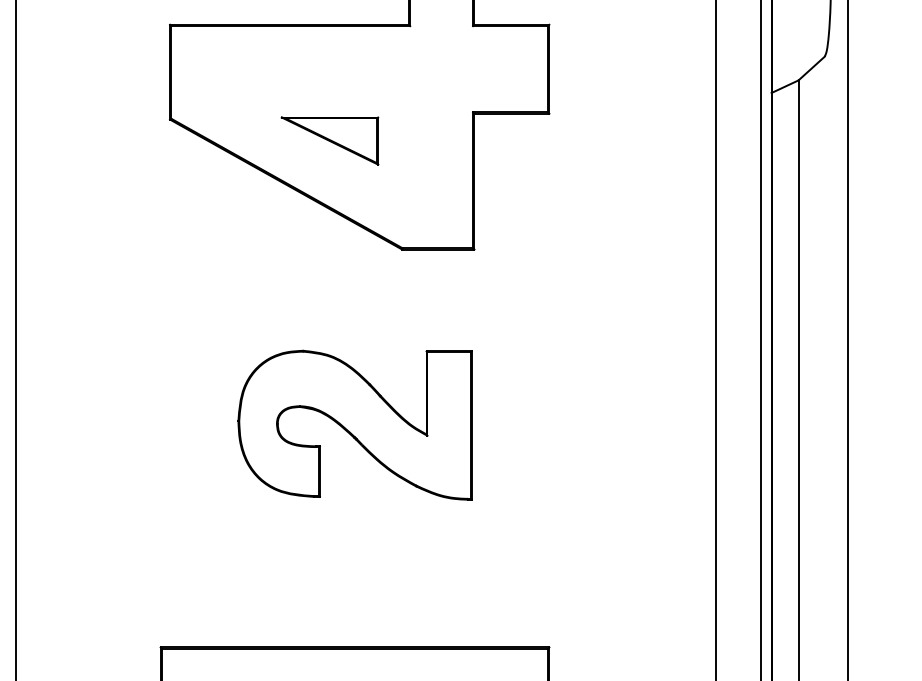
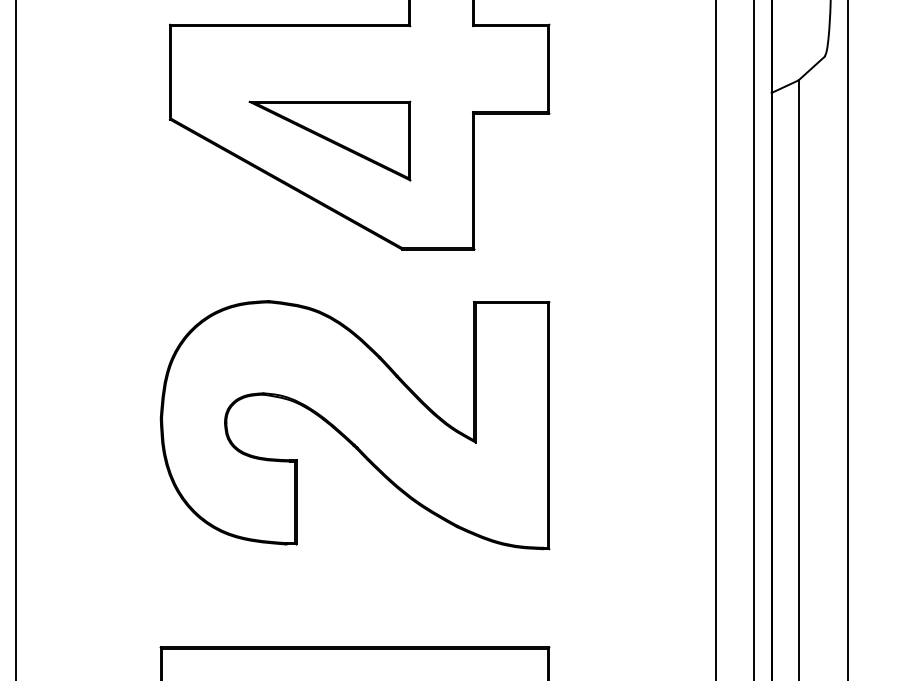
part at (329, 140) size: 100x50 px -> 164x82 px
line at (760, 339) position: (760, 339) -> (753, 339)
part at (354, 424) size: 236x152 px -> 392x251 px
